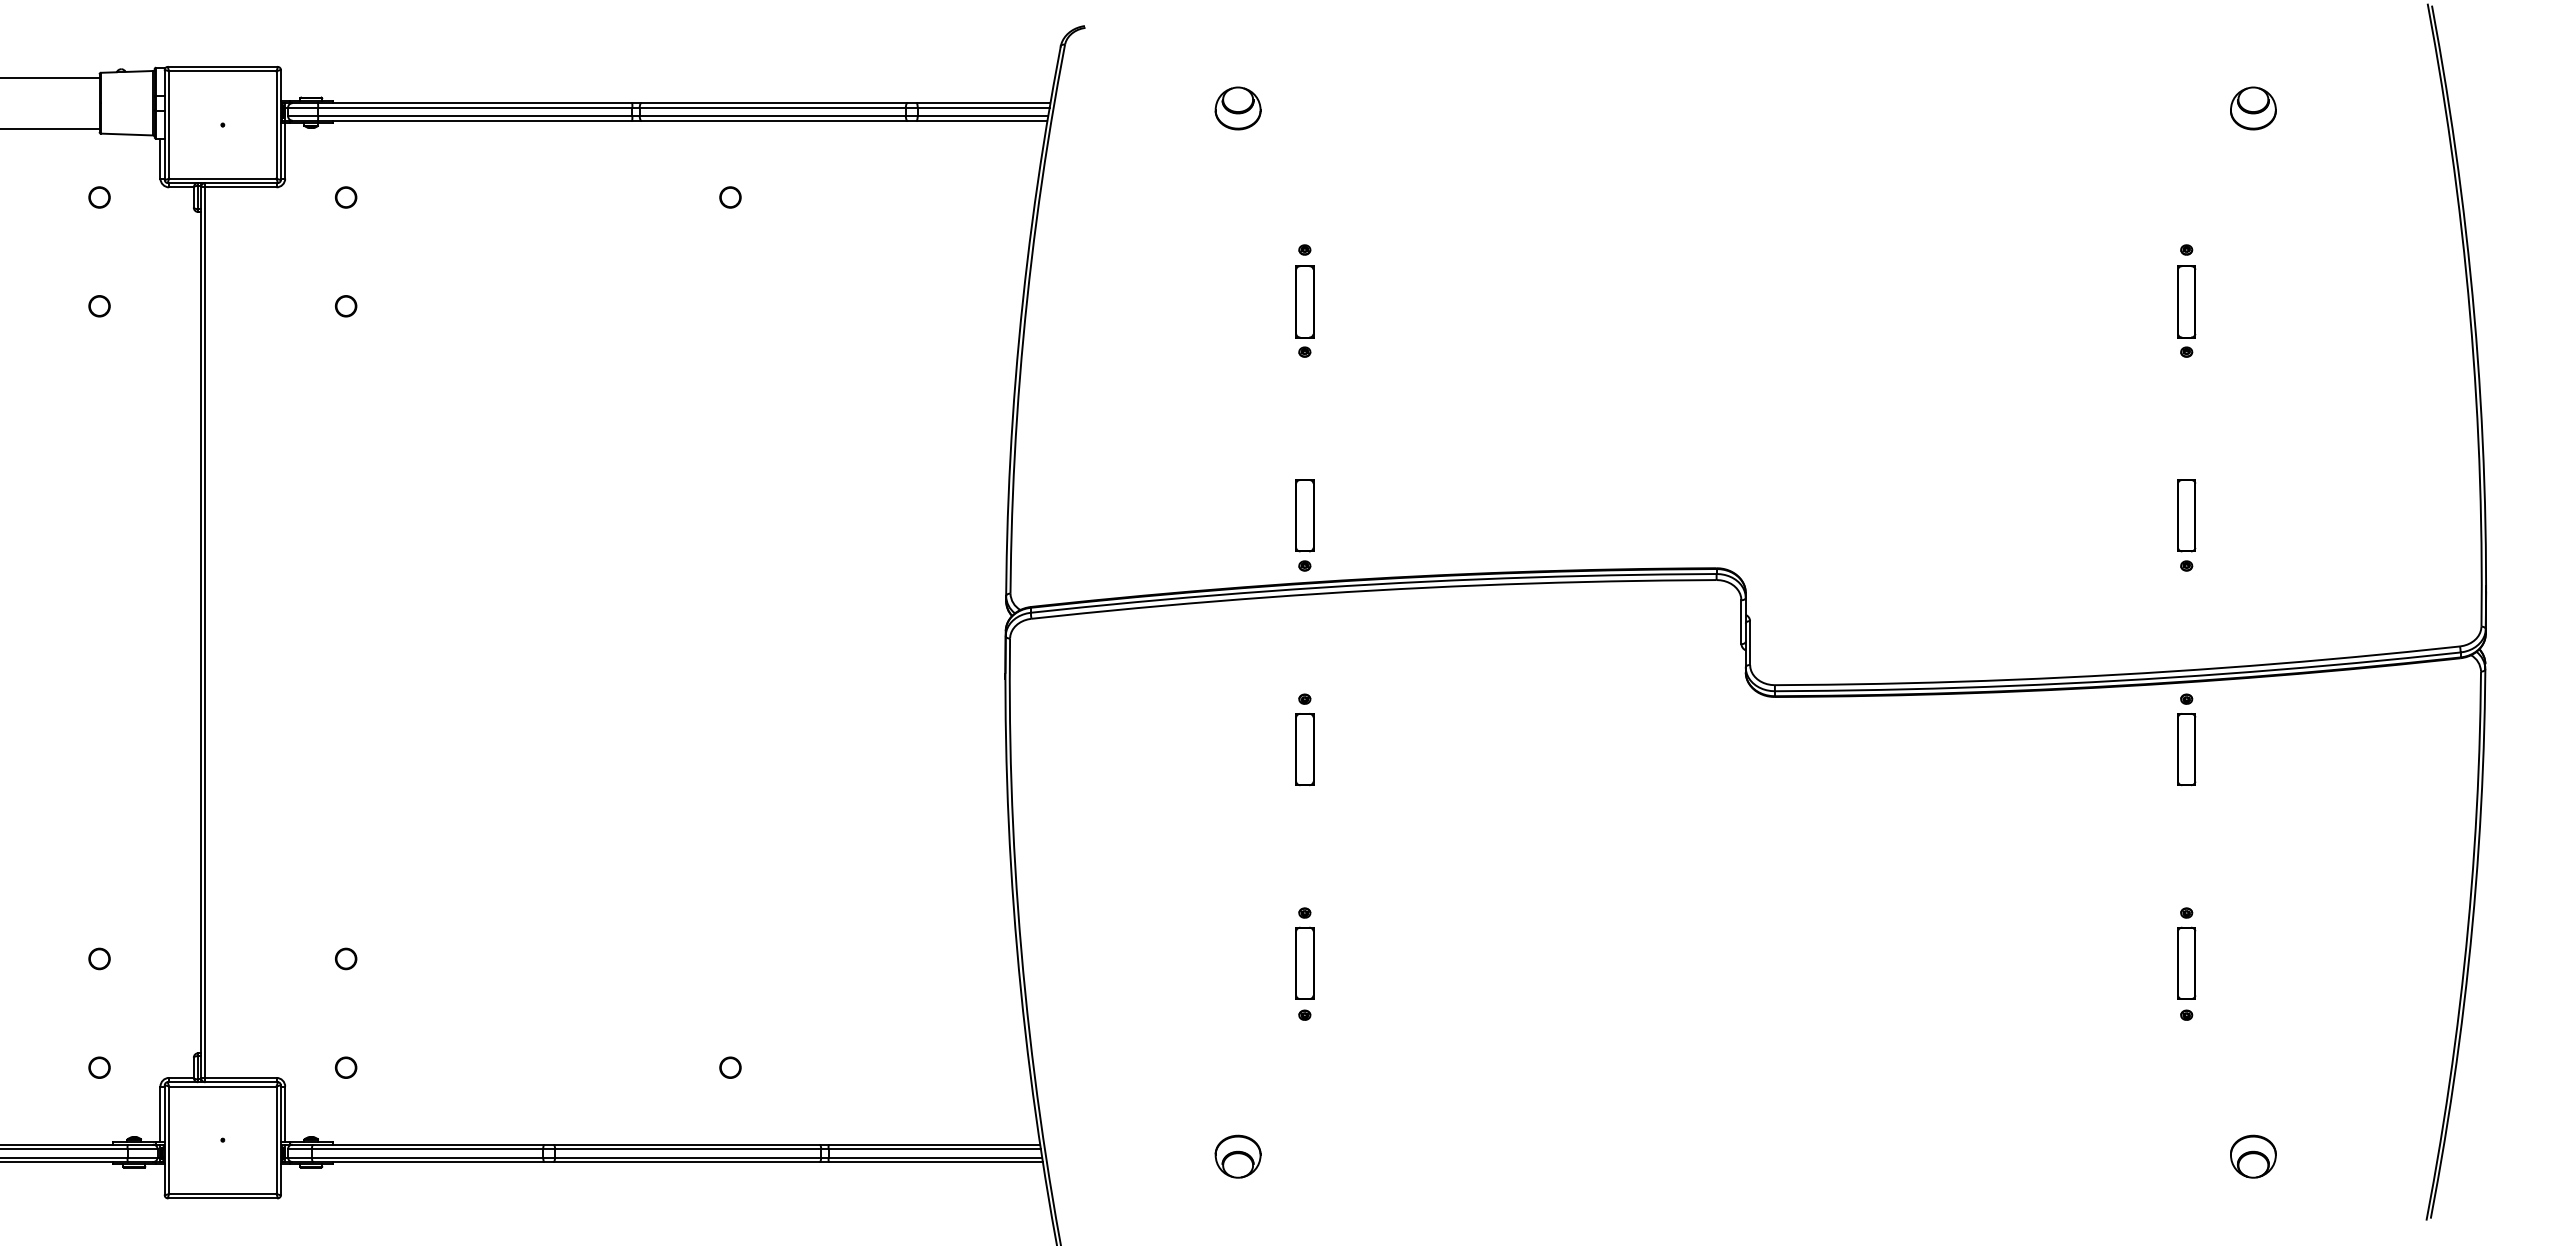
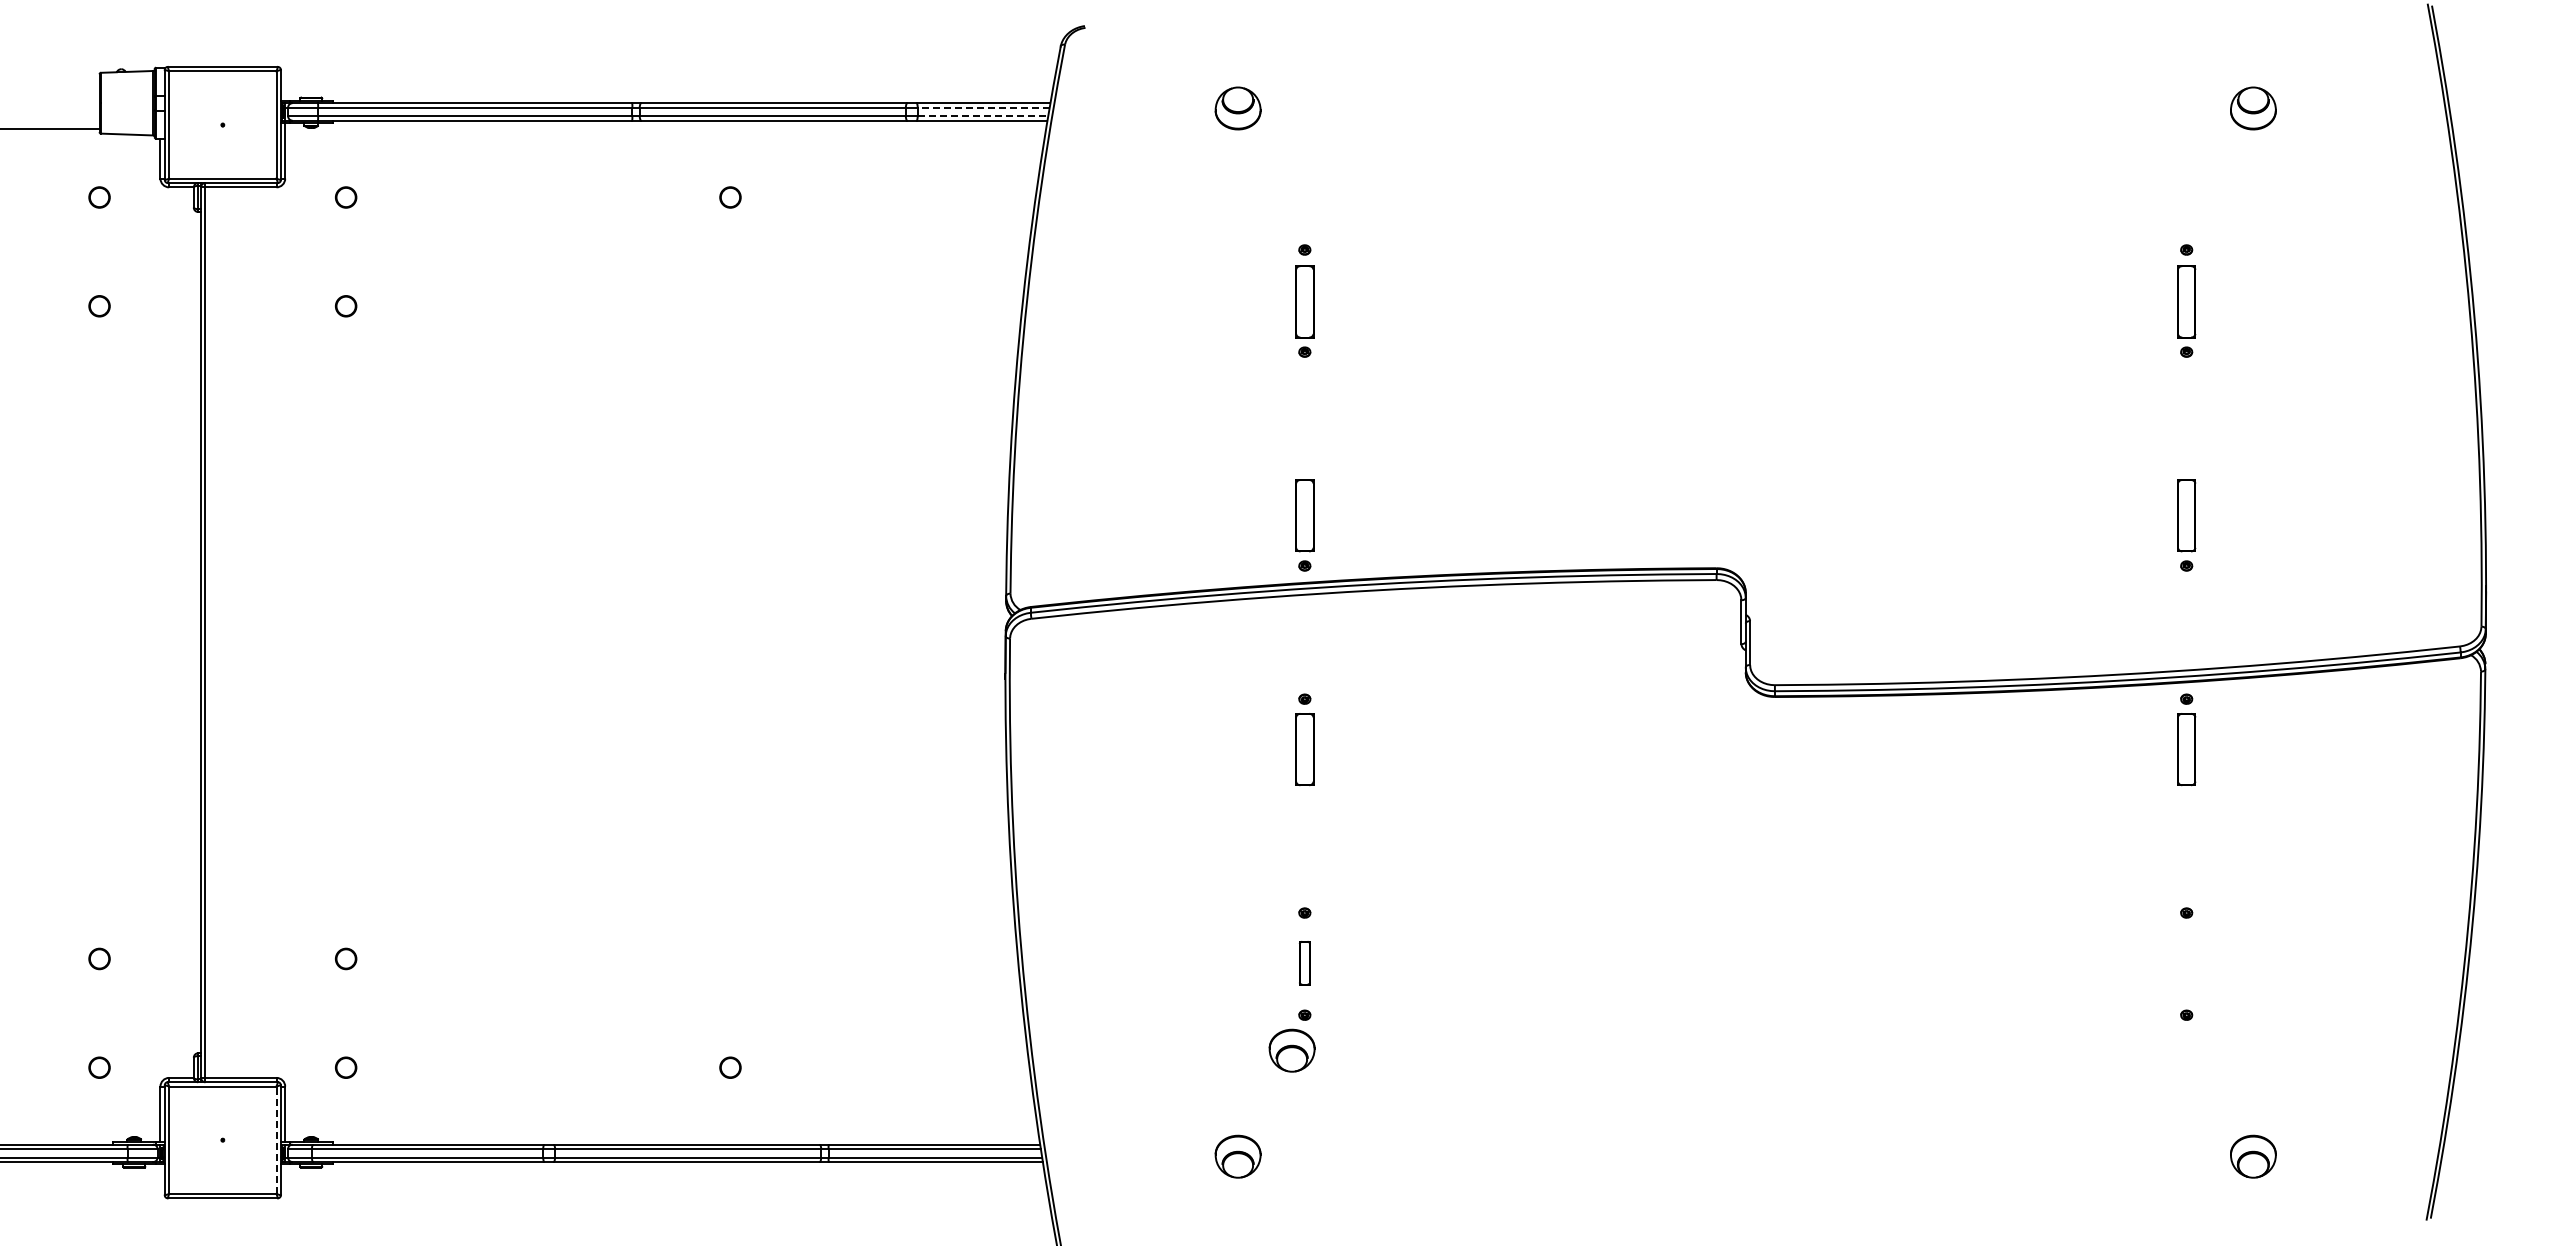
line at (50, 77): present -> none
line at (983, 107): solid -> dashed
line at (983, 116): solid -> dashed
part at (1304, 962) size: 20x74 px -> 13x45 px
part at (2186, 962): present -> none
part at (1291, 1050): none -> present
line at (276, 1140): solid -> dashed
